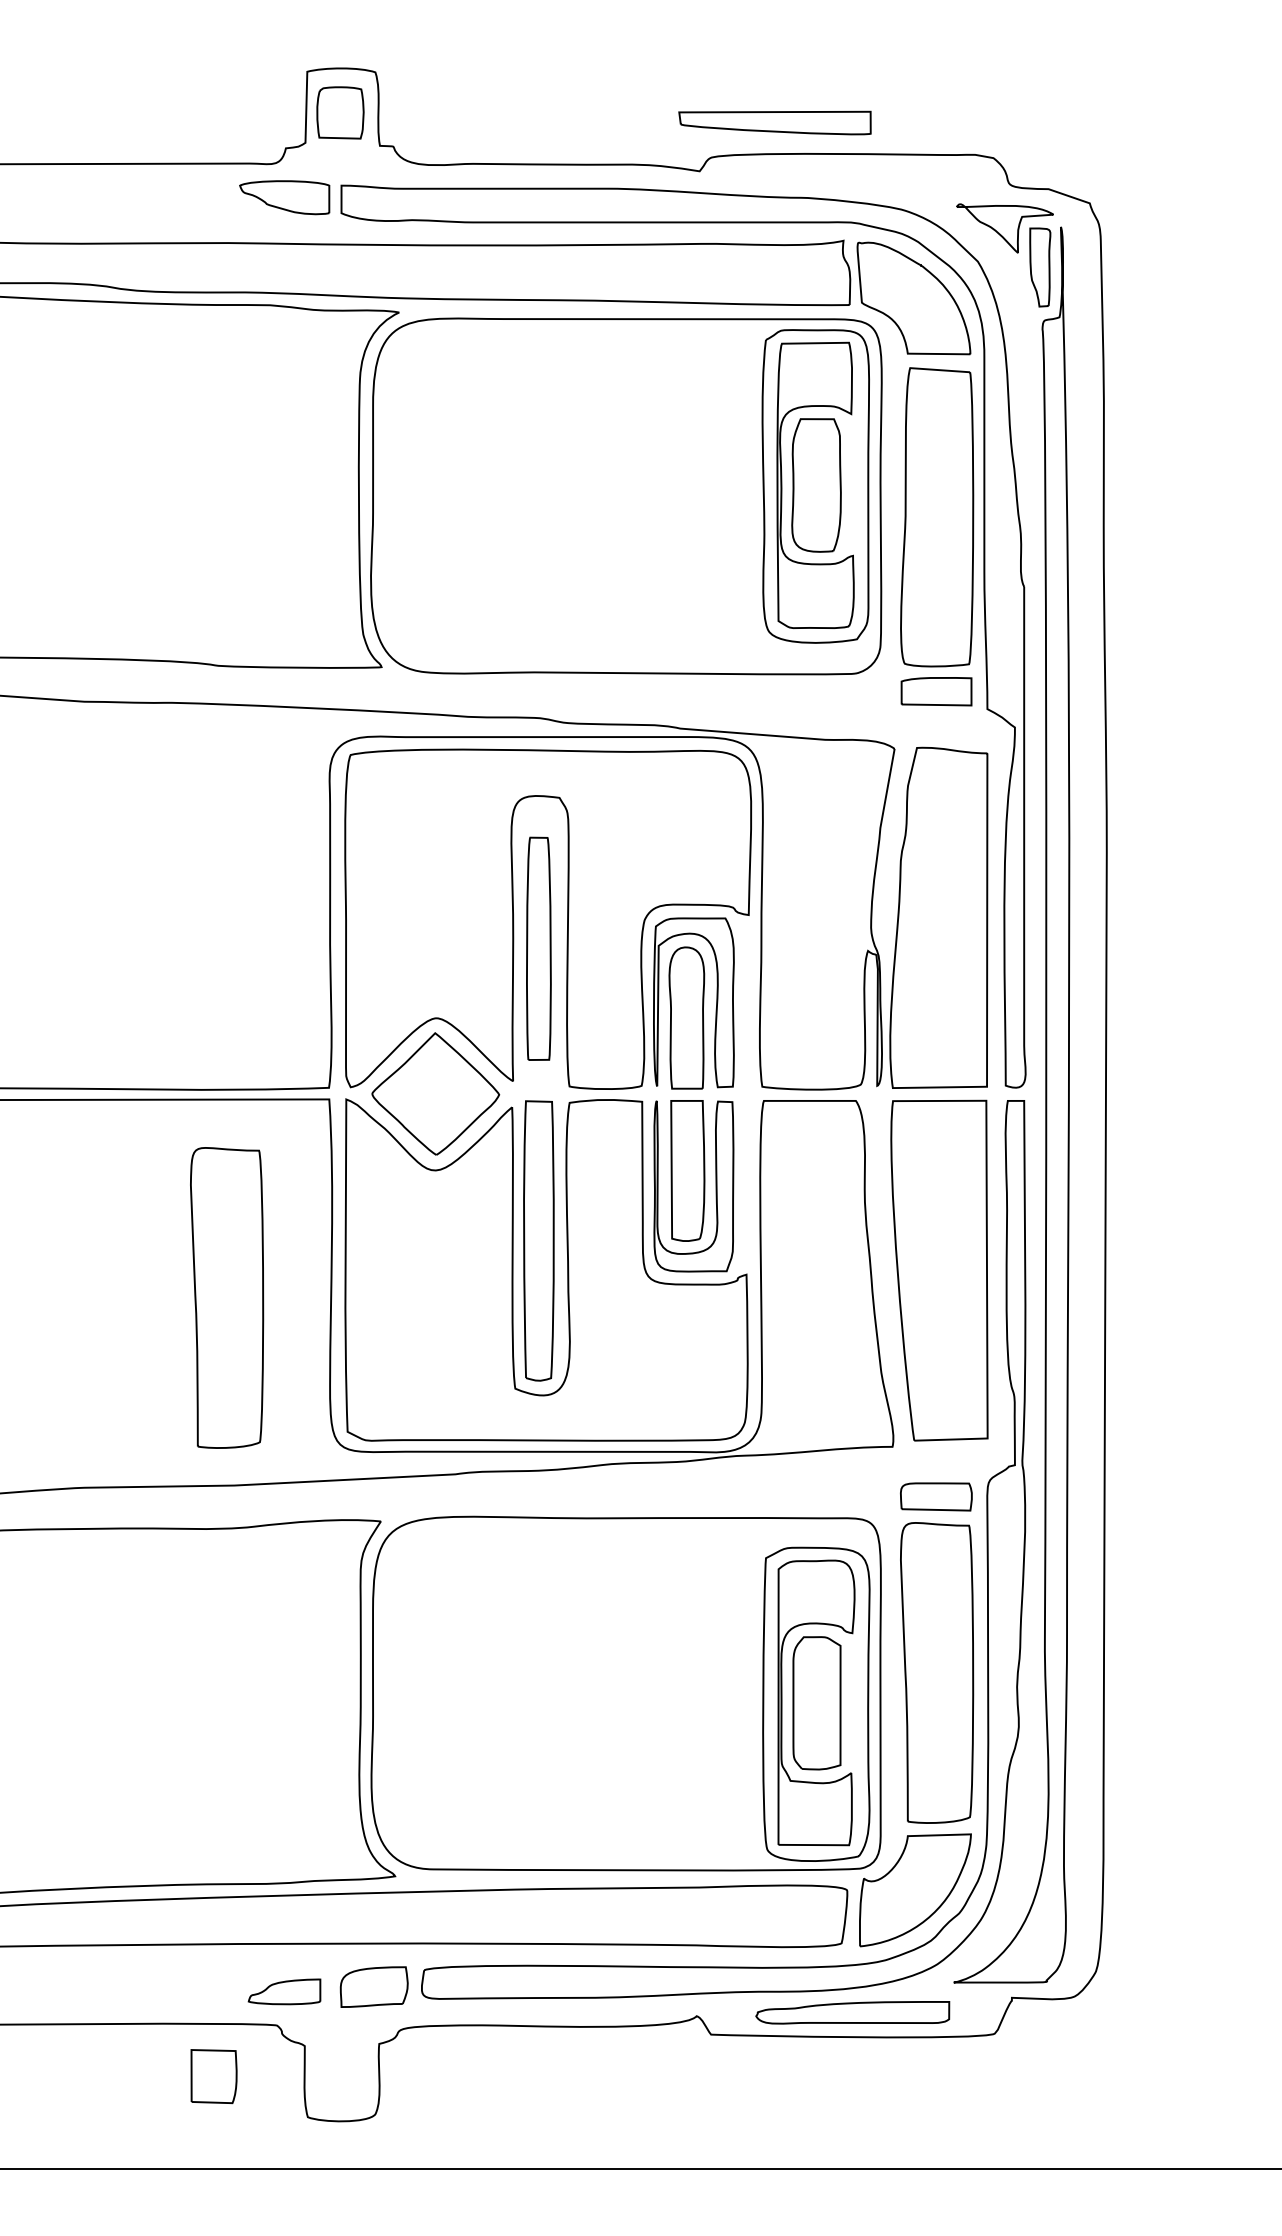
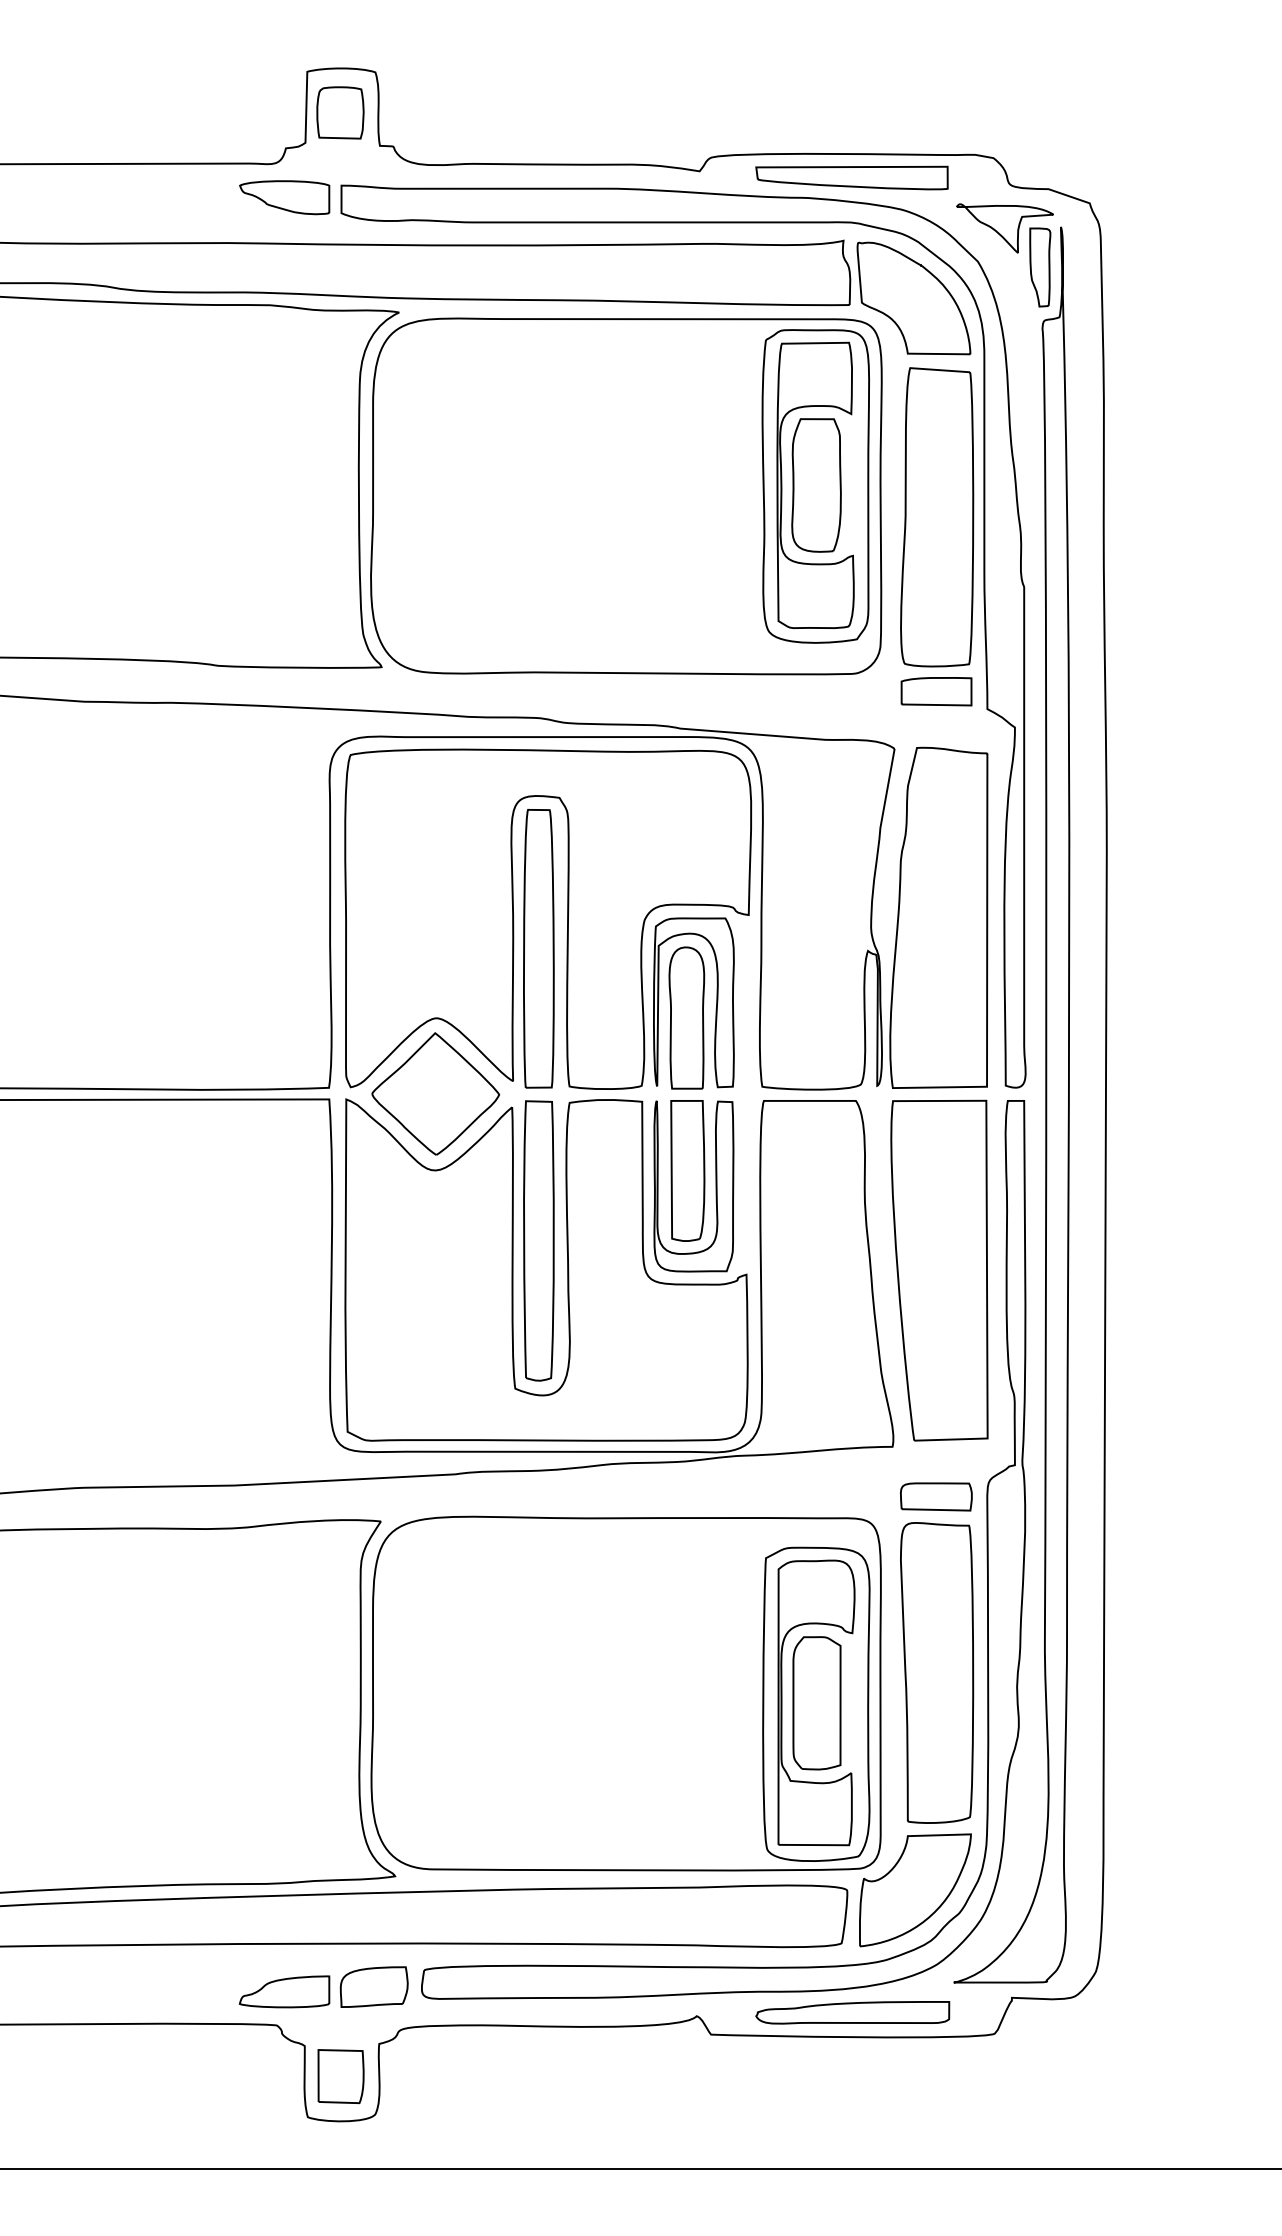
part at (774, 122) position: (774, 122) -> (851, 177)
part at (538, 948) size: 26x225 px -> 32x280 px
part at (227, 1297): present -> none
part at (284, 1991) size: 75x28 px -> 93x34 px
part at (213, 2076) position: (213, 2076) -> (340, 2076)
